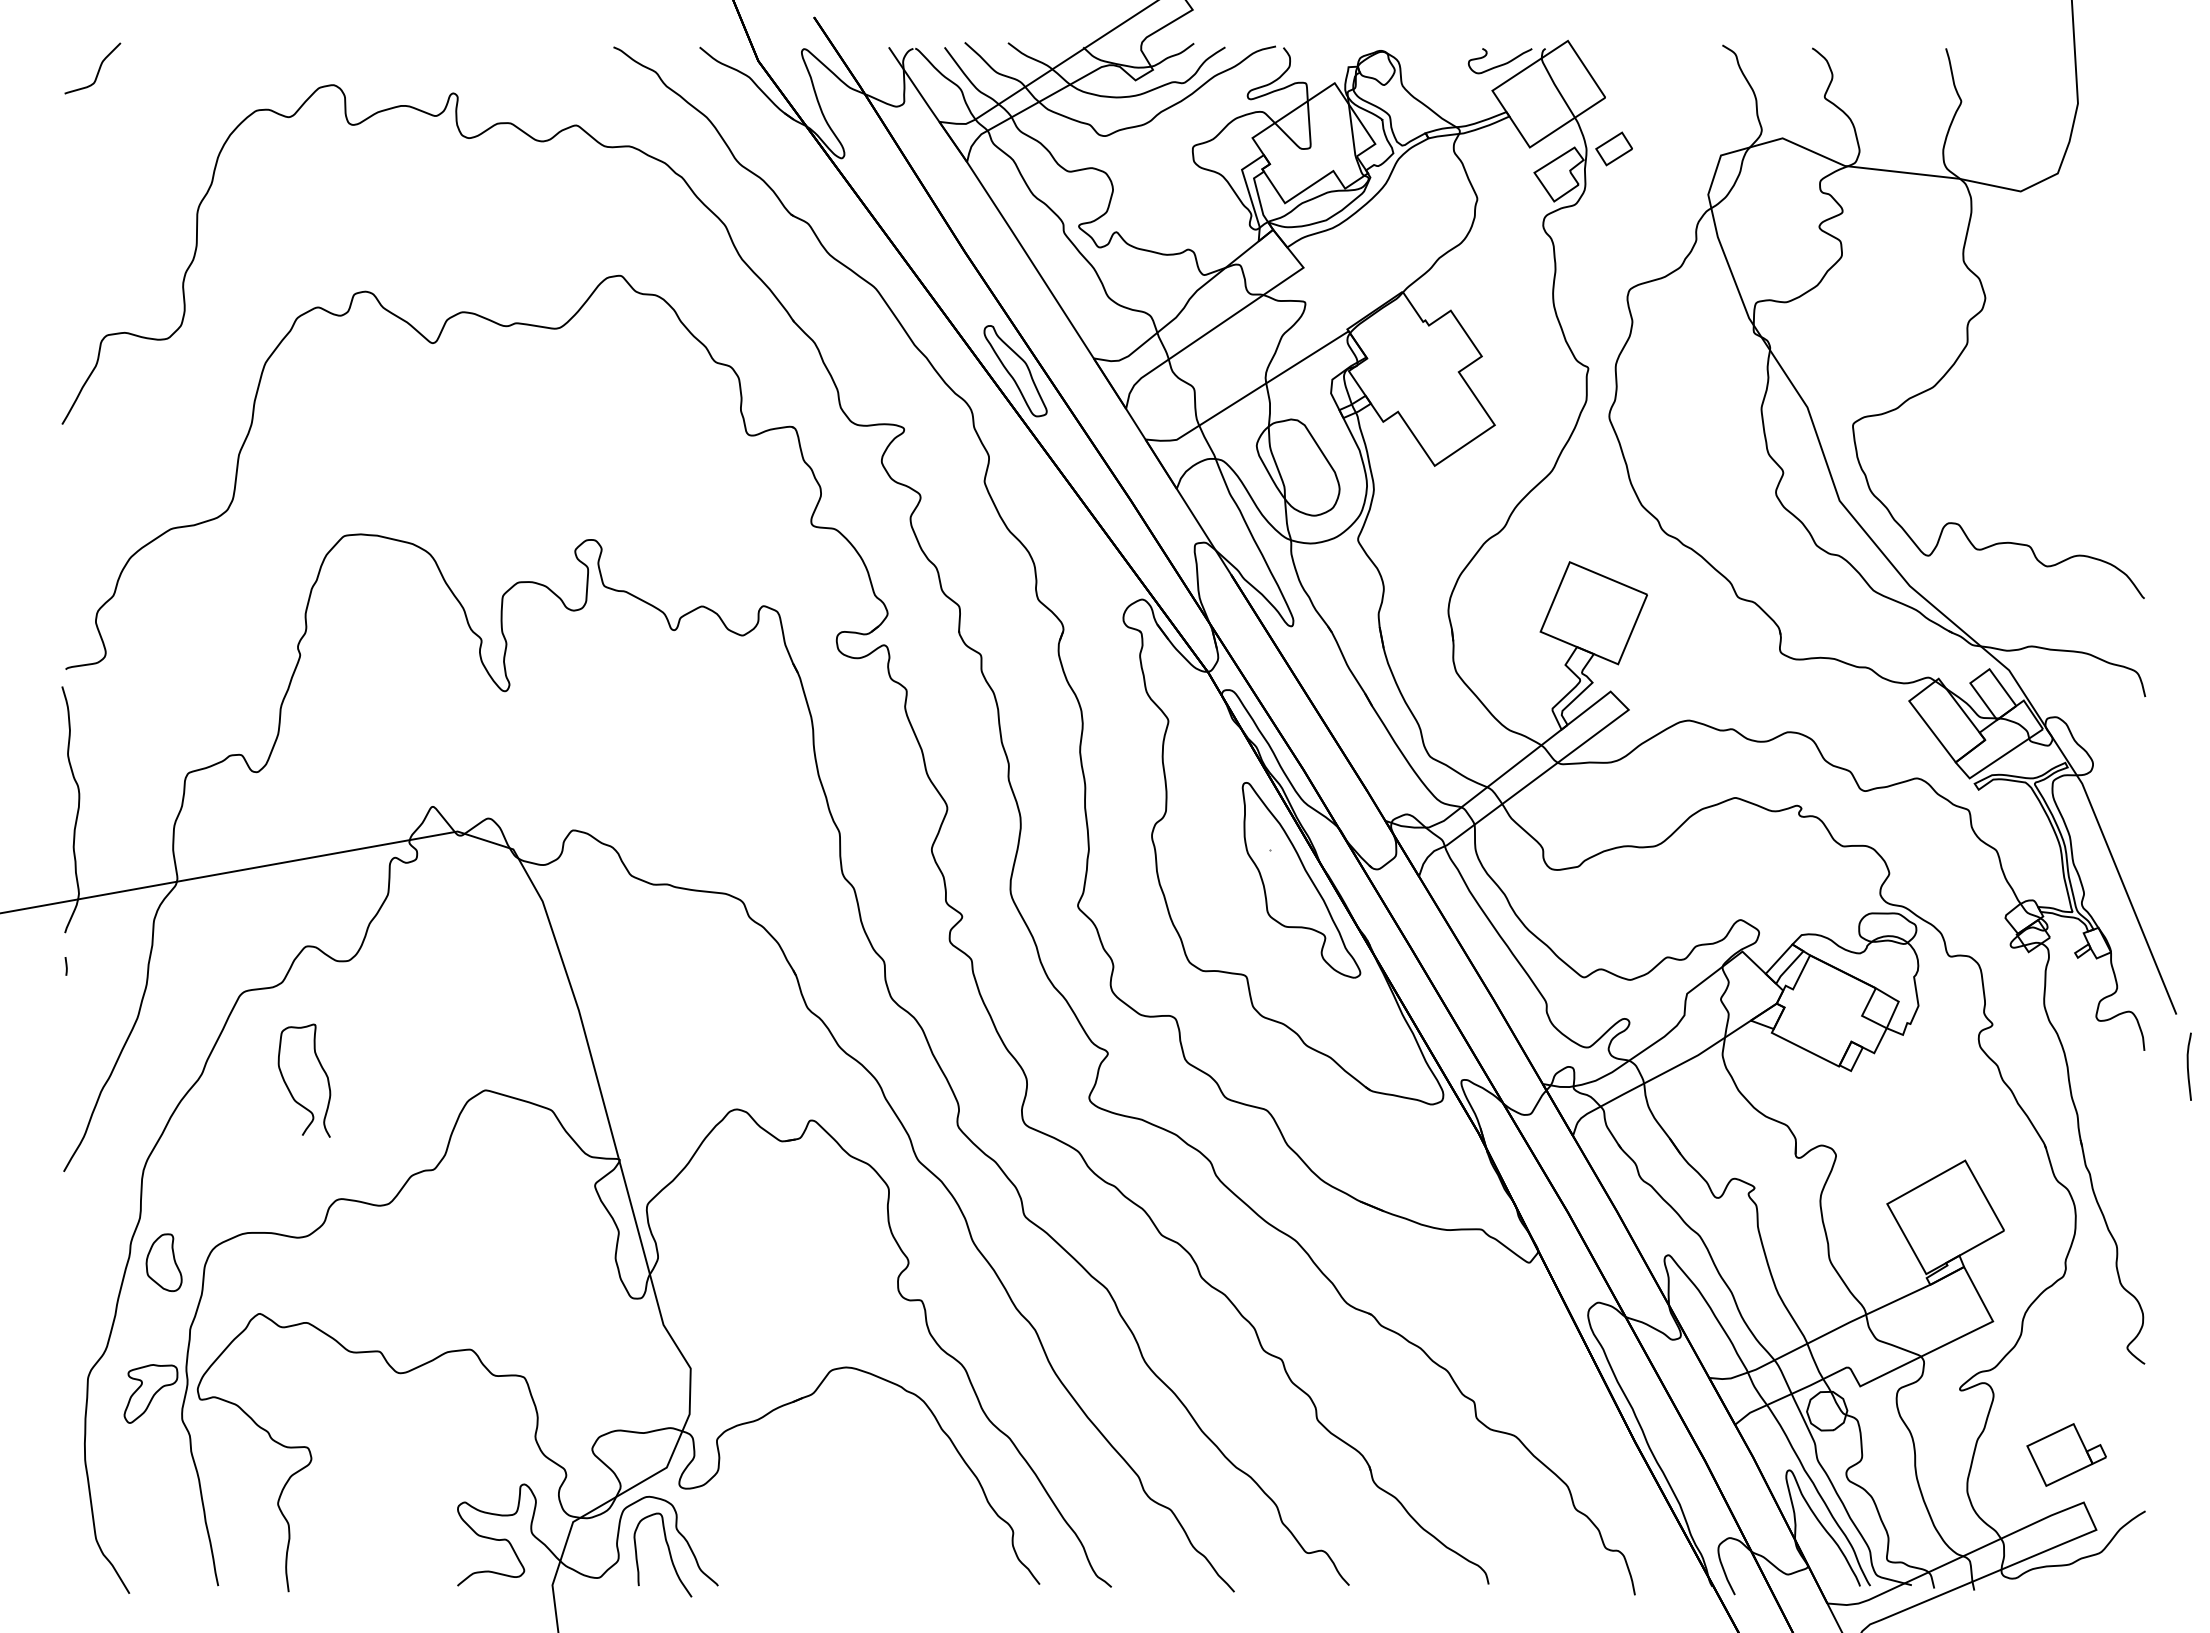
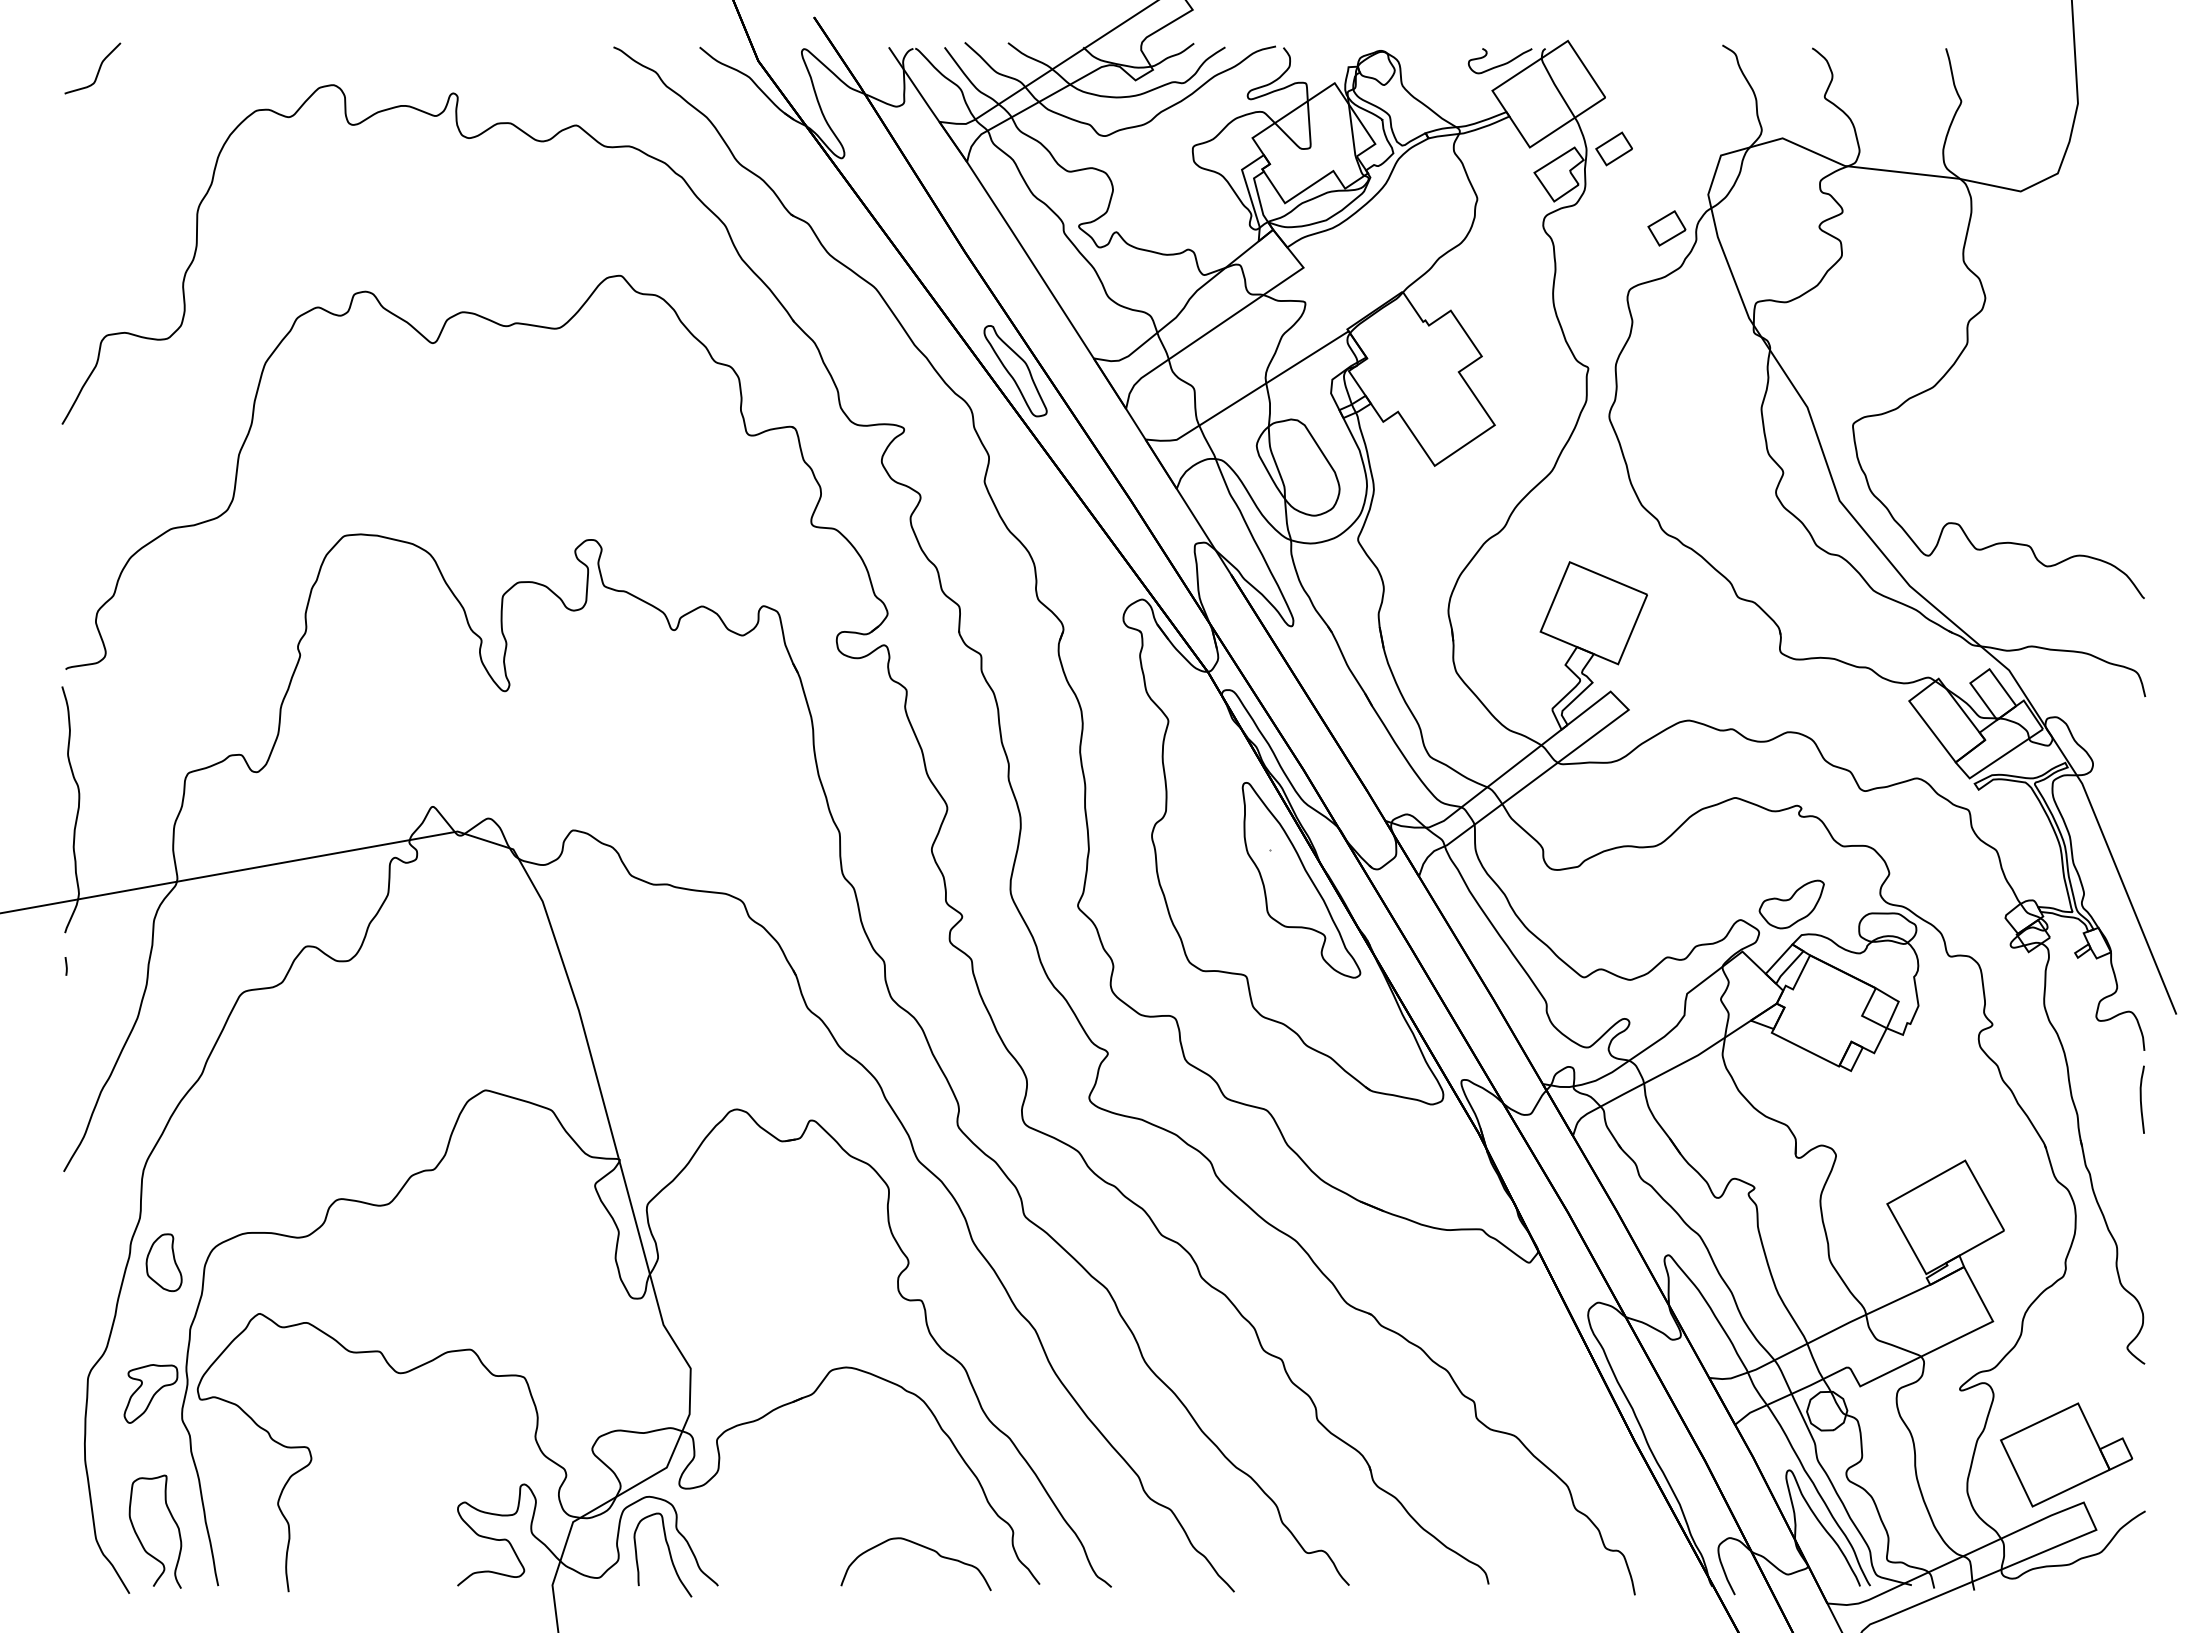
part at (1666, 228): none -> present
part at (1791, 904): none -> present
curve at (2188, 1066) position: (2188, 1066) -> (2141, 1099)
curve at (289, 1088) position: (289, 1088) -> (140, 1539)
part at (2066, 1454) size: 81x64 px -> 134x106 px
curve at (922, 1547): none -> present
